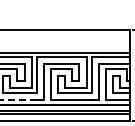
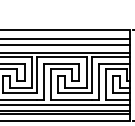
line at (66, 38): none -> present
line at (66, 45): none -> present
line at (17, 100): dashed -> solid
